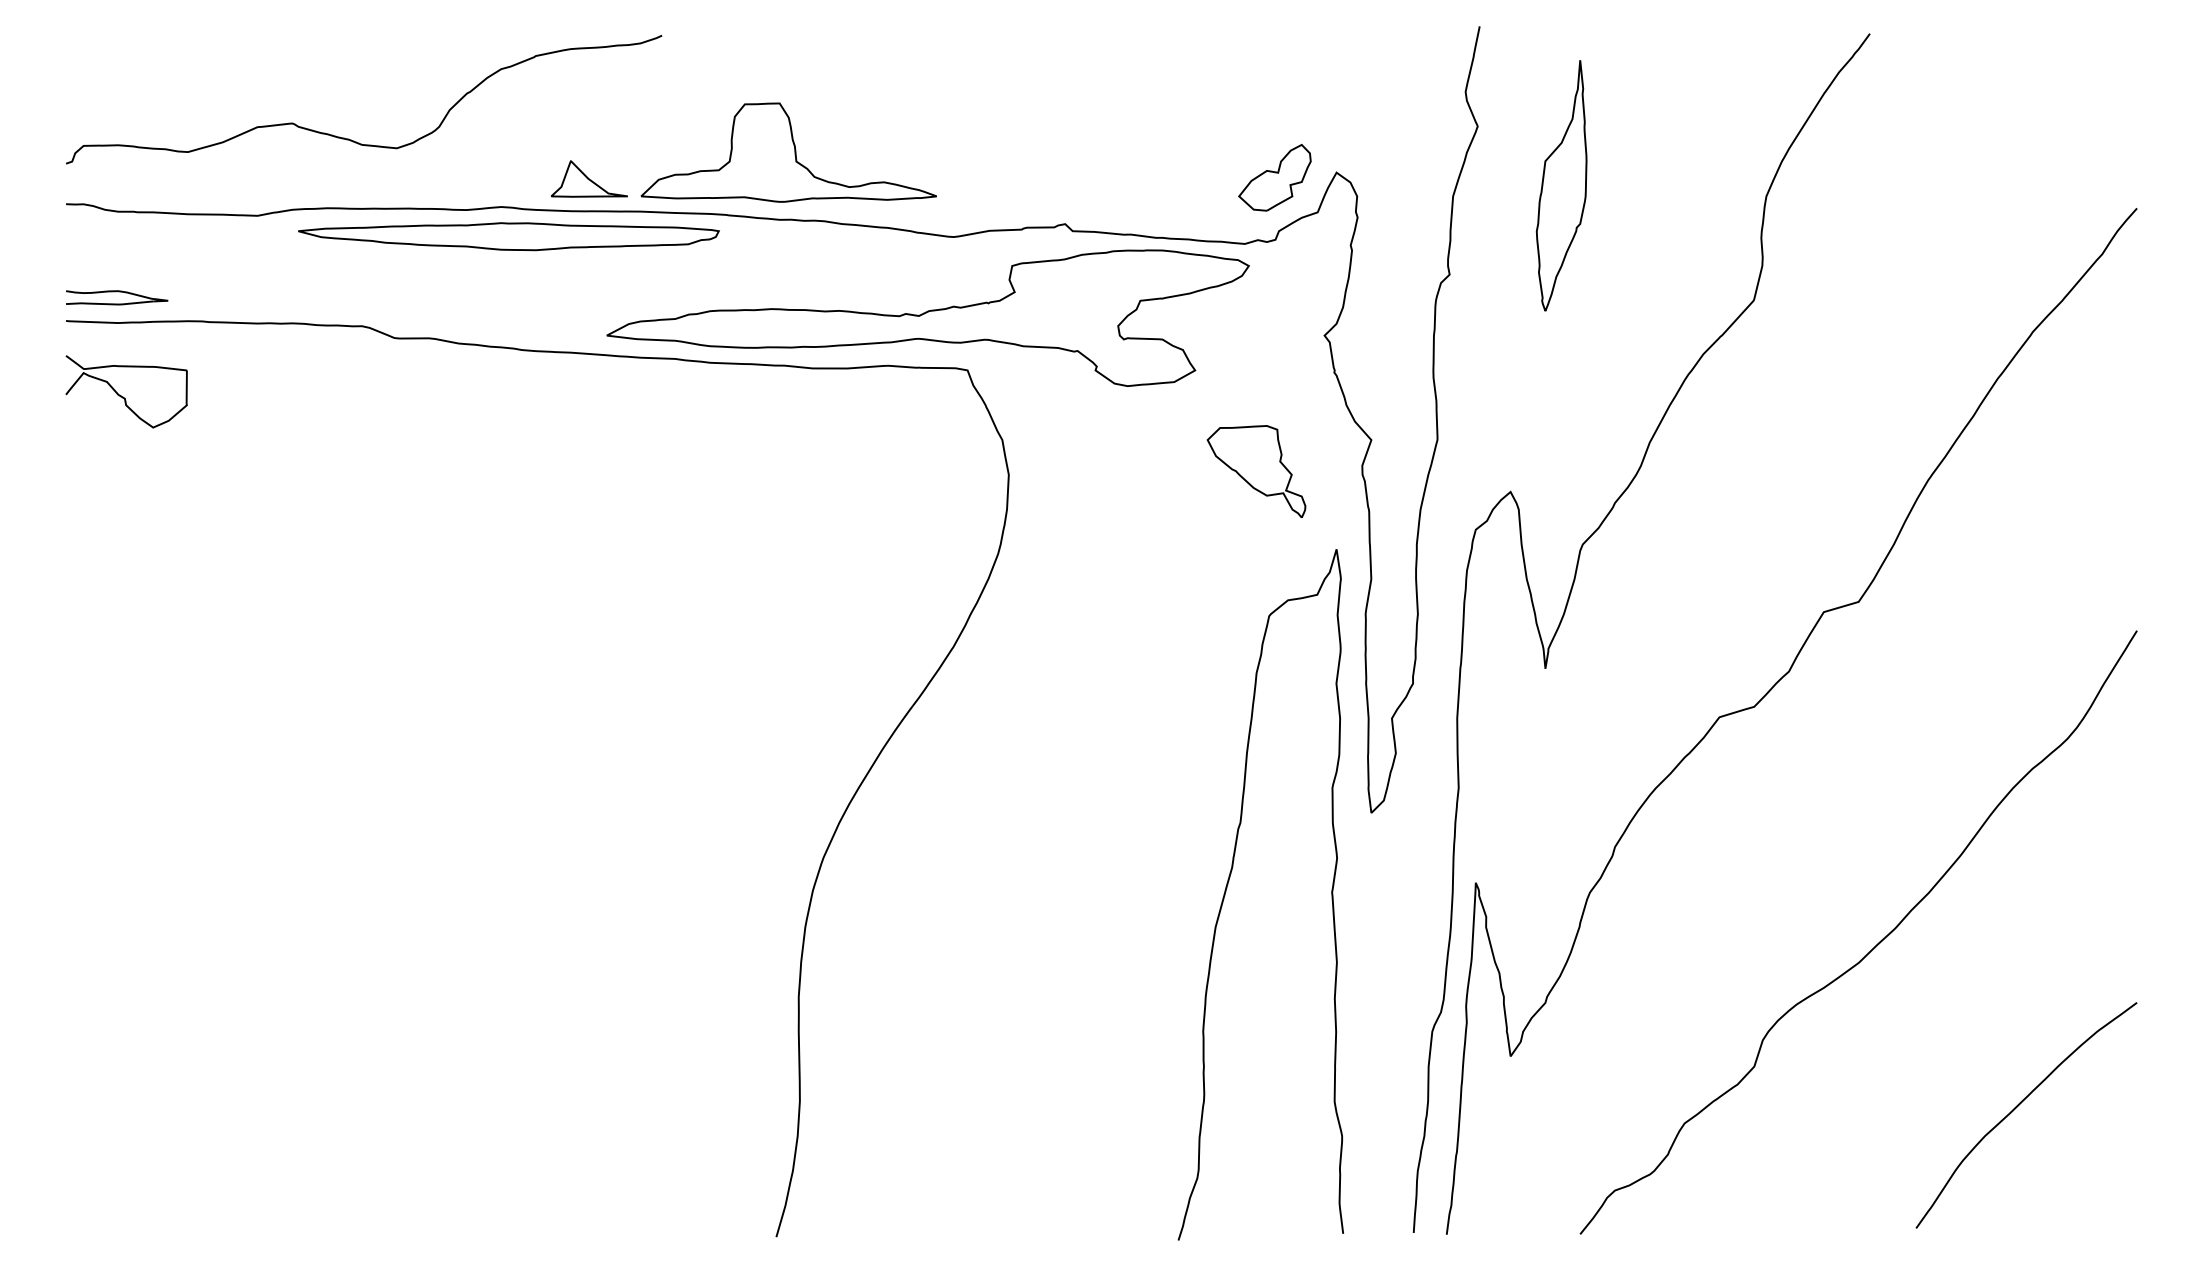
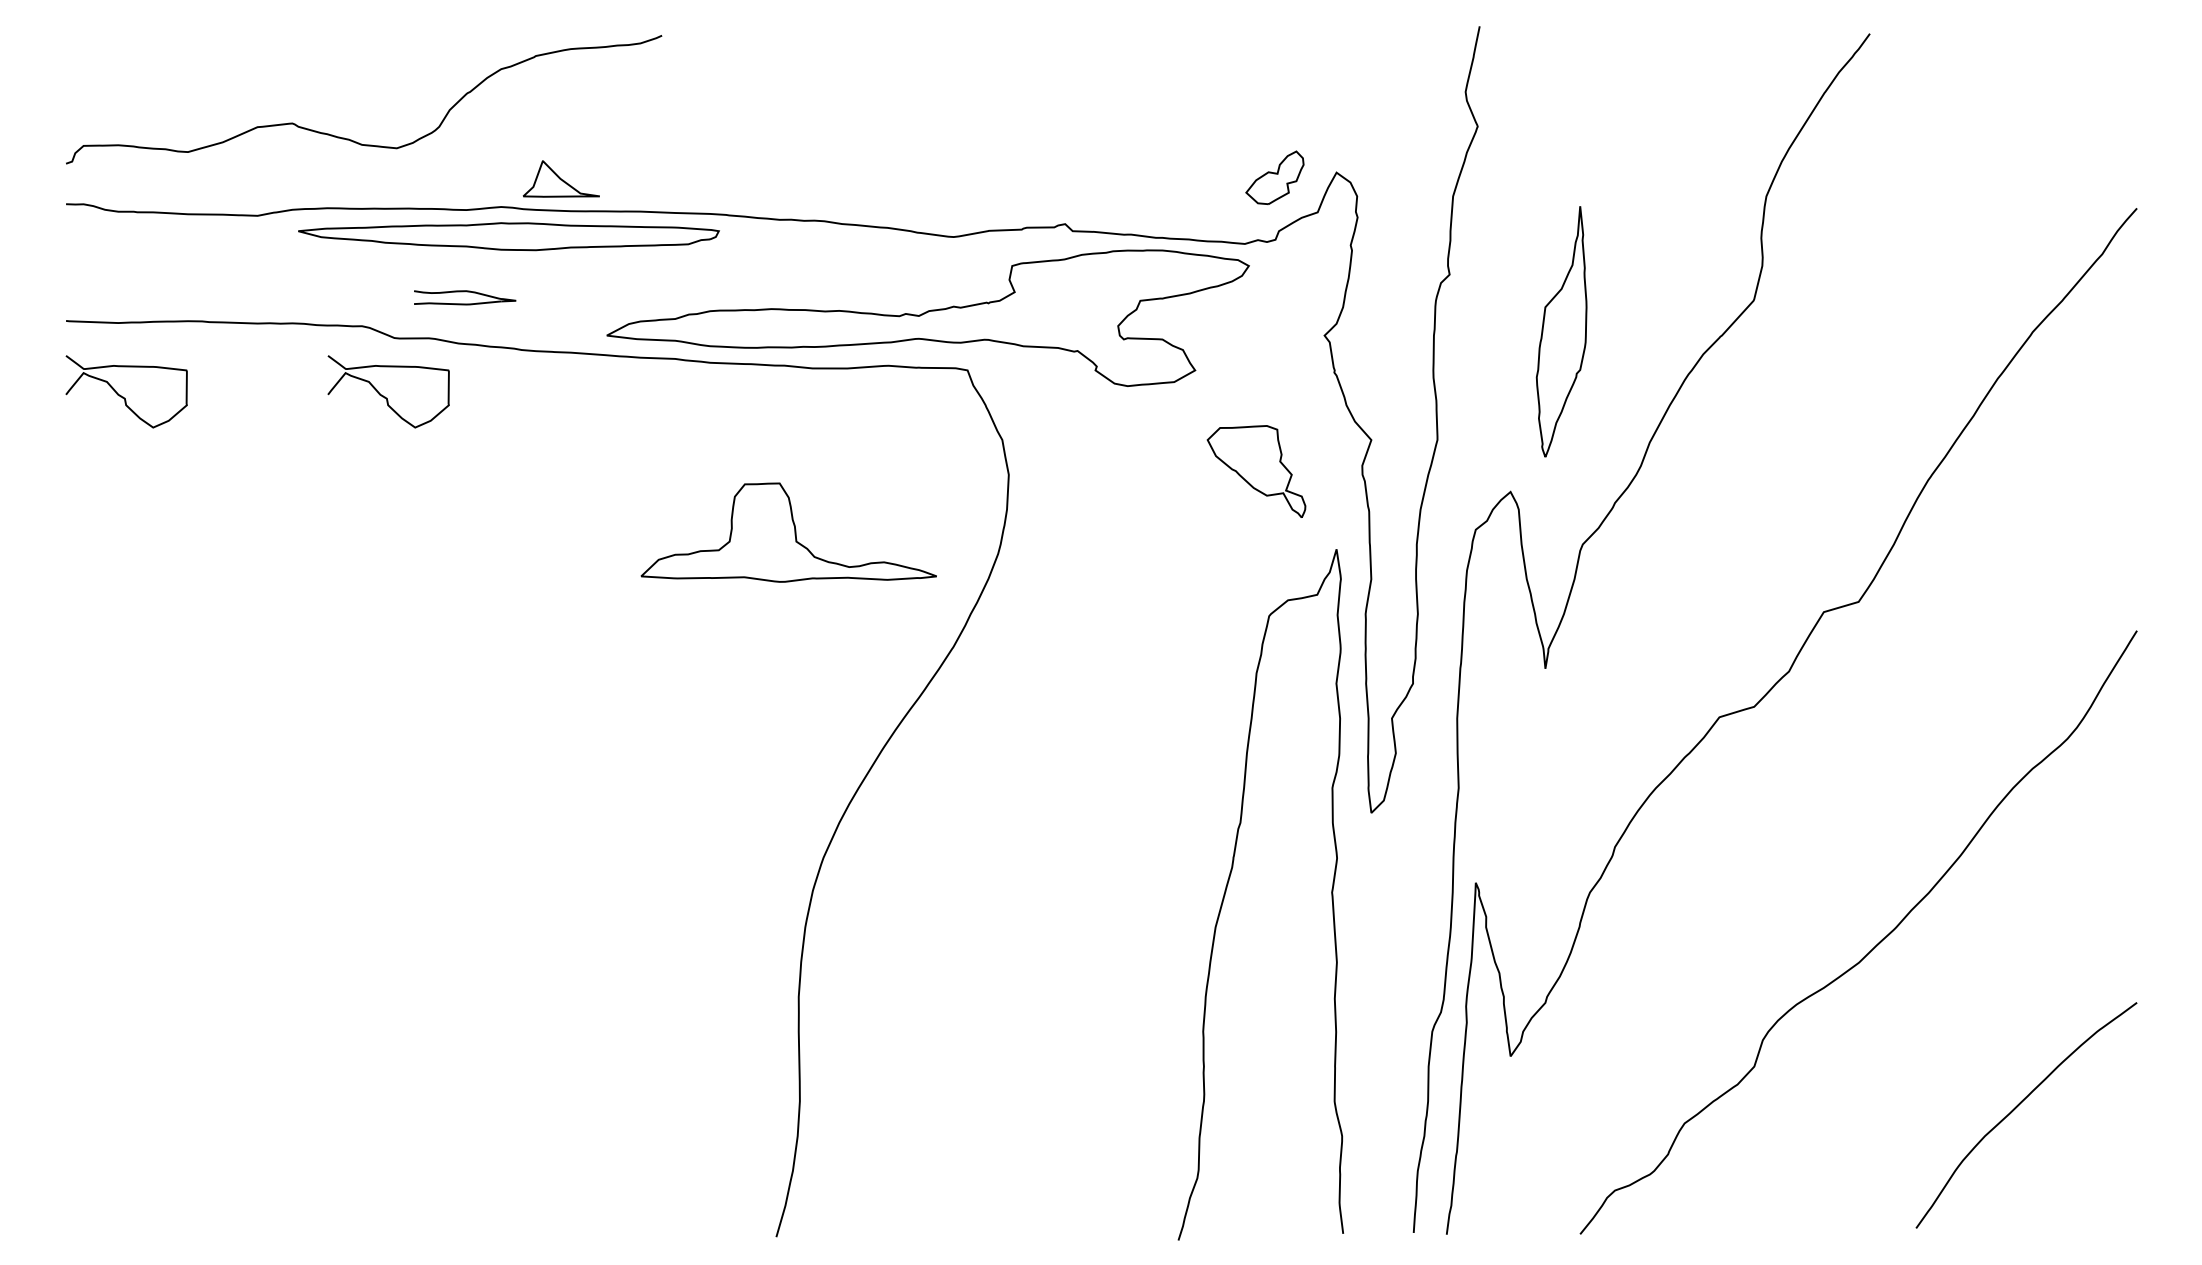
part at (788, 152) position: (788, 152) -> (788, 532)
part at (1274, 177) size: 74x68 px -> 60x55 px
part at (588, 178) position: (588, 178) -> (560, 178)
part at (1561, 185) position: (1561, 185) -> (1561, 331)
part at (117, 297) position: (117, 297) -> (465, 297)
curve at (385, 396): none -> present
